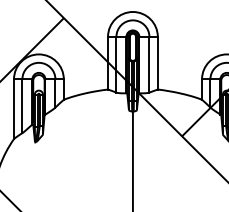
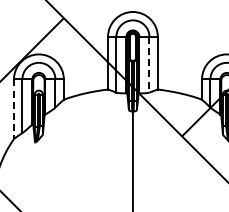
line at (149, 64): solid -> dashed
line at (14, 109): solid -> dashed
